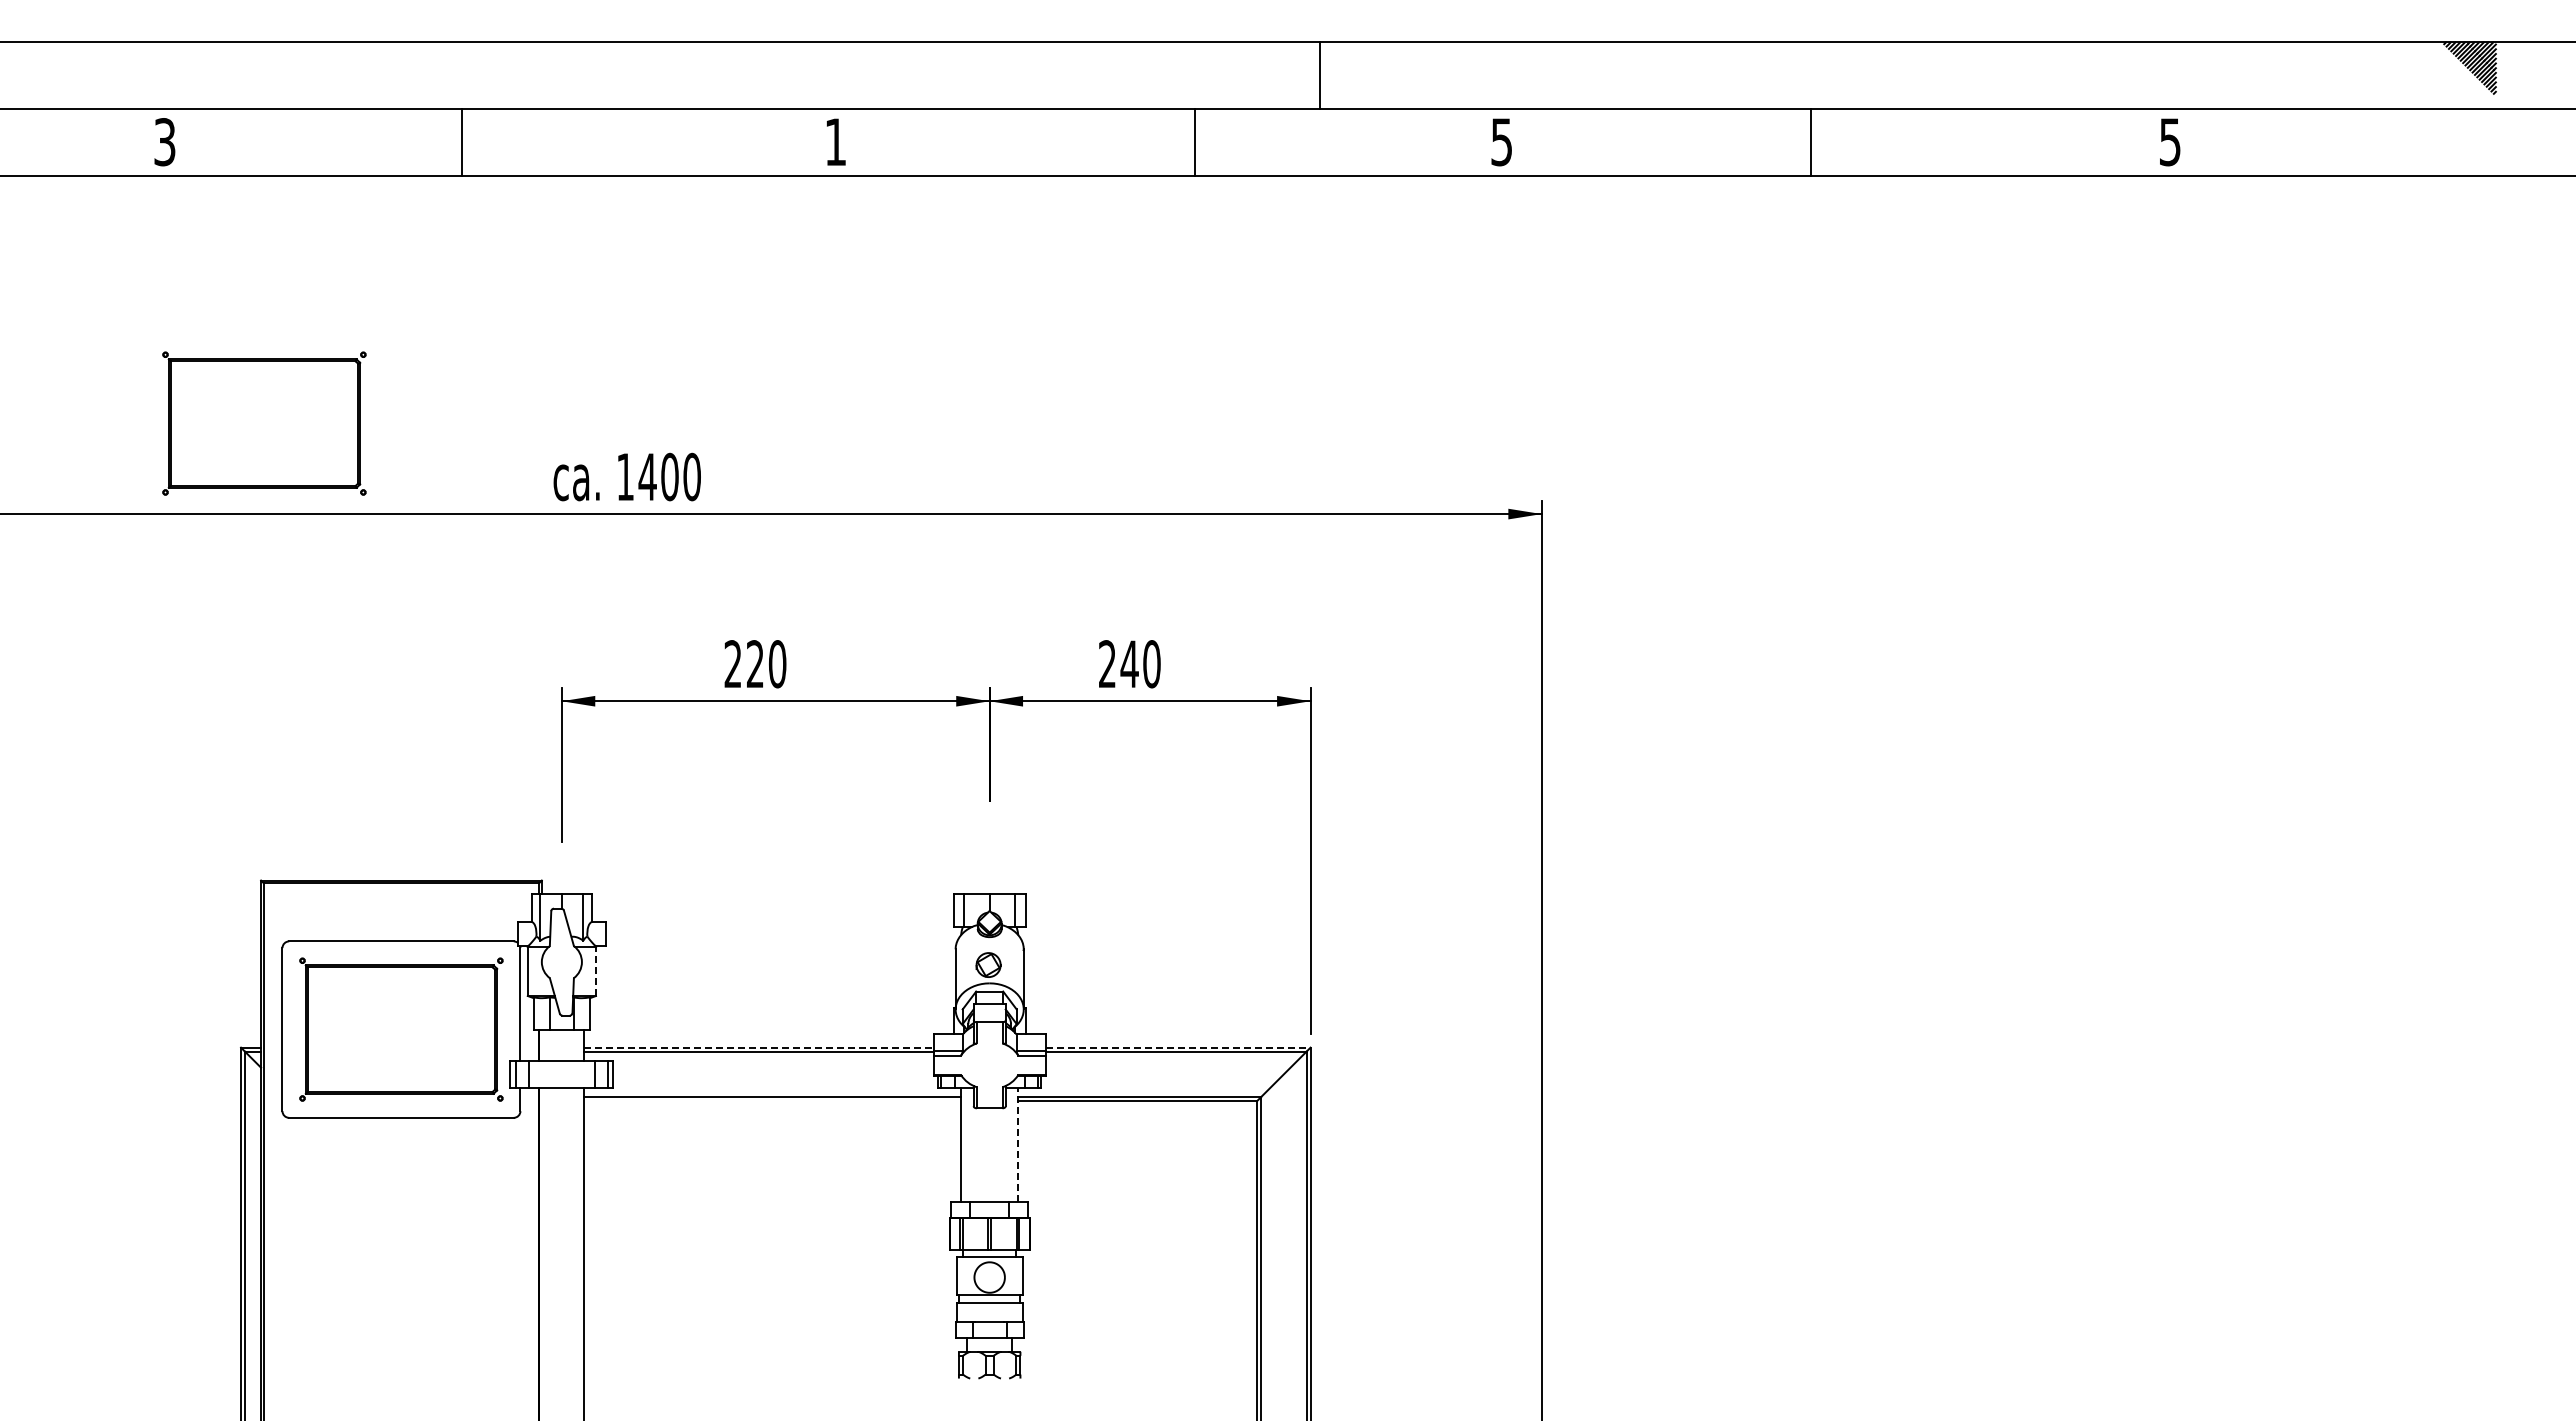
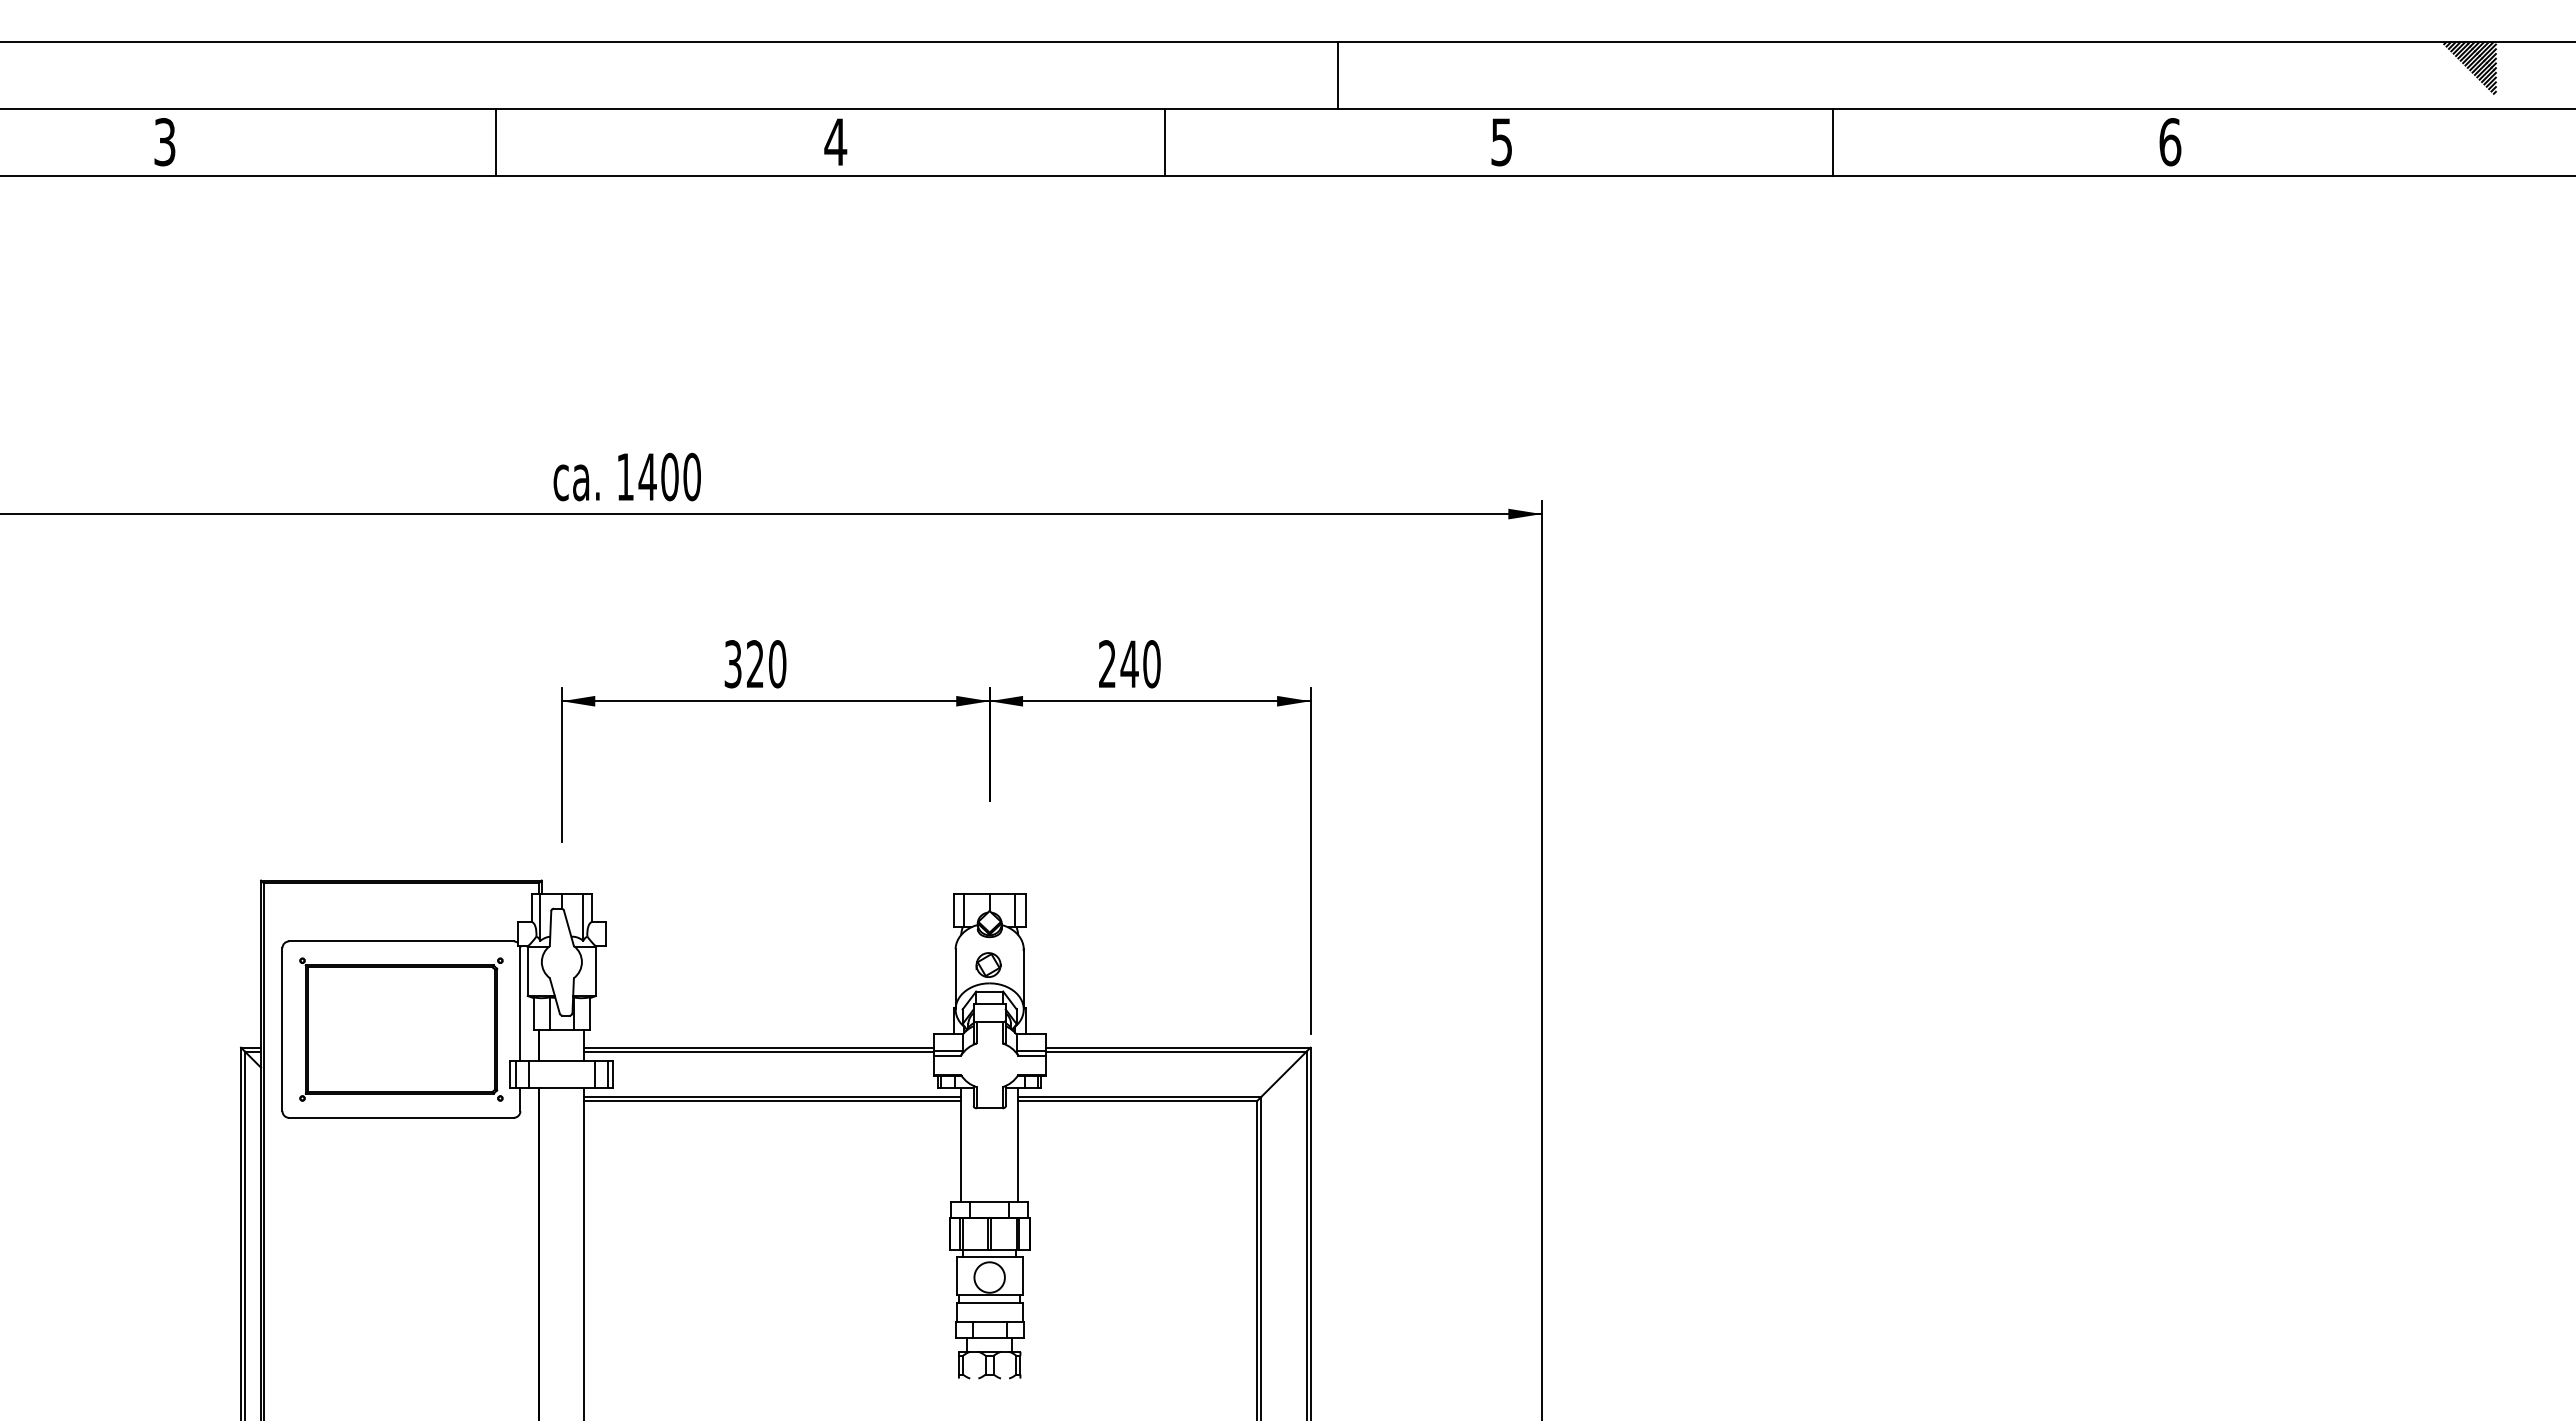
line at (1320, 75) position: (1320, 75) -> (1338, 75)
text at (835, 141): 1 -> 4
line at (462, 142) position: (462, 142) -> (496, 142)
line at (1194, 142) position: (1194, 142) -> (1164, 142)
line at (1811, 142) position: (1811, 142) -> (1833, 142)
text at (2170, 142): 5 -> 6
part at (264, 423): present -> none
text at (732, 664): 220 -> 320
line at (595, 971): dashed -> solid
line at (758, 1047): dashed -> solid
line at (1178, 1047): dashed -> solid
line at (772, 1101): none -> present
line at (1018, 1144): dashed -> solid
